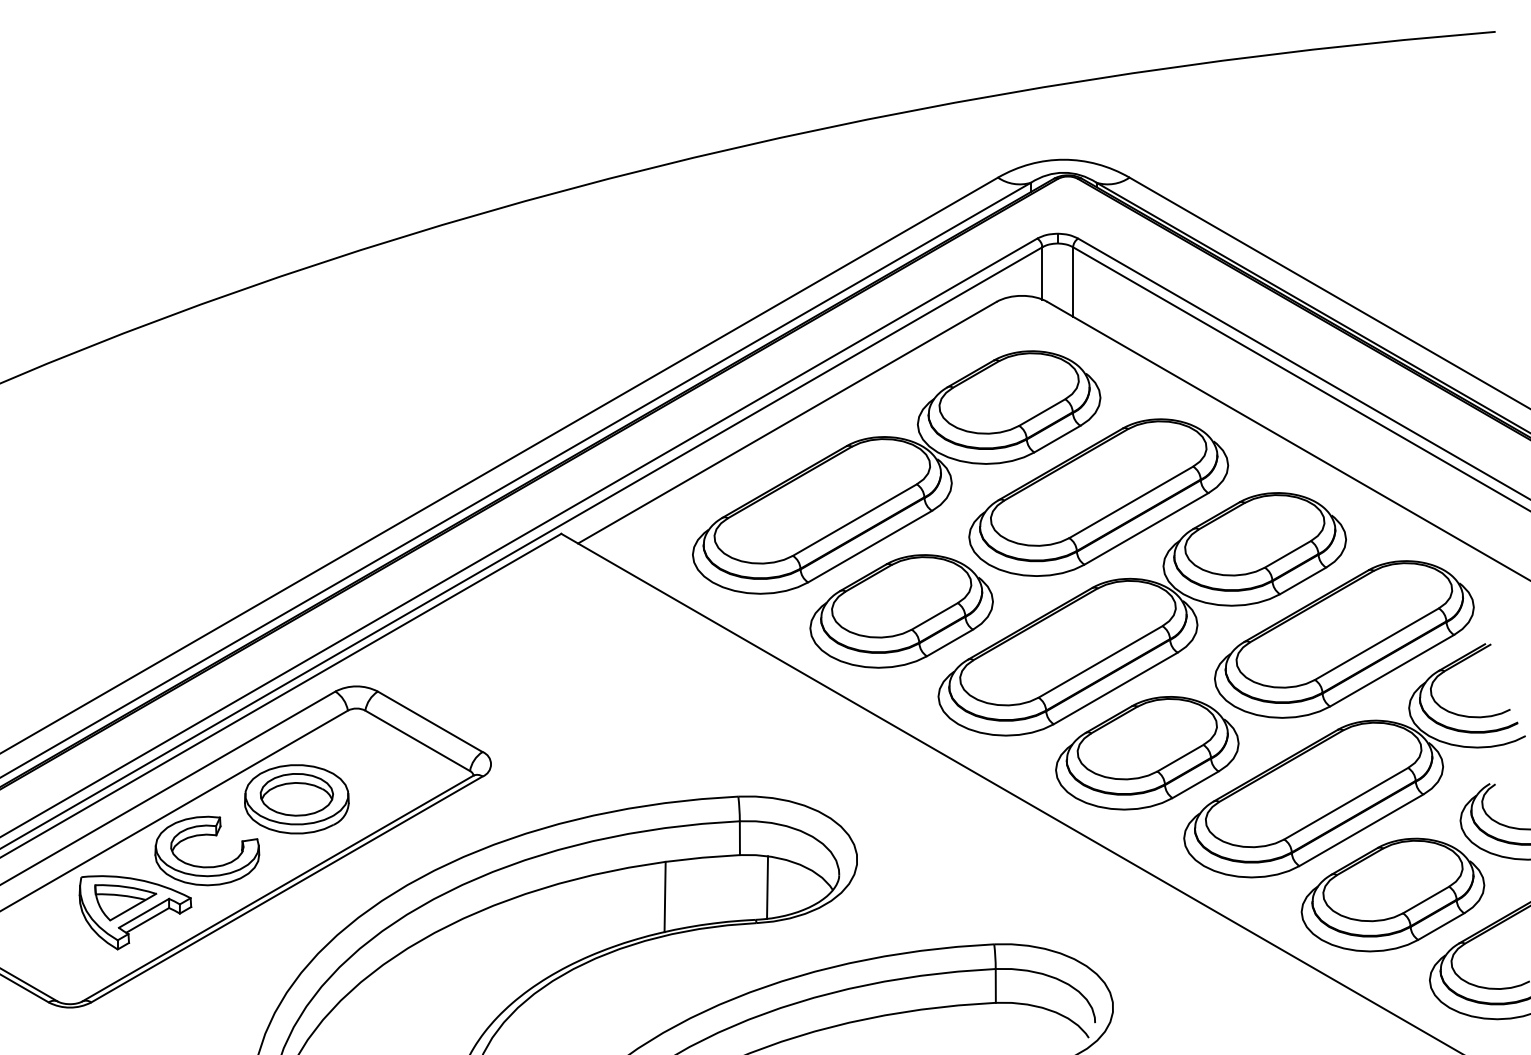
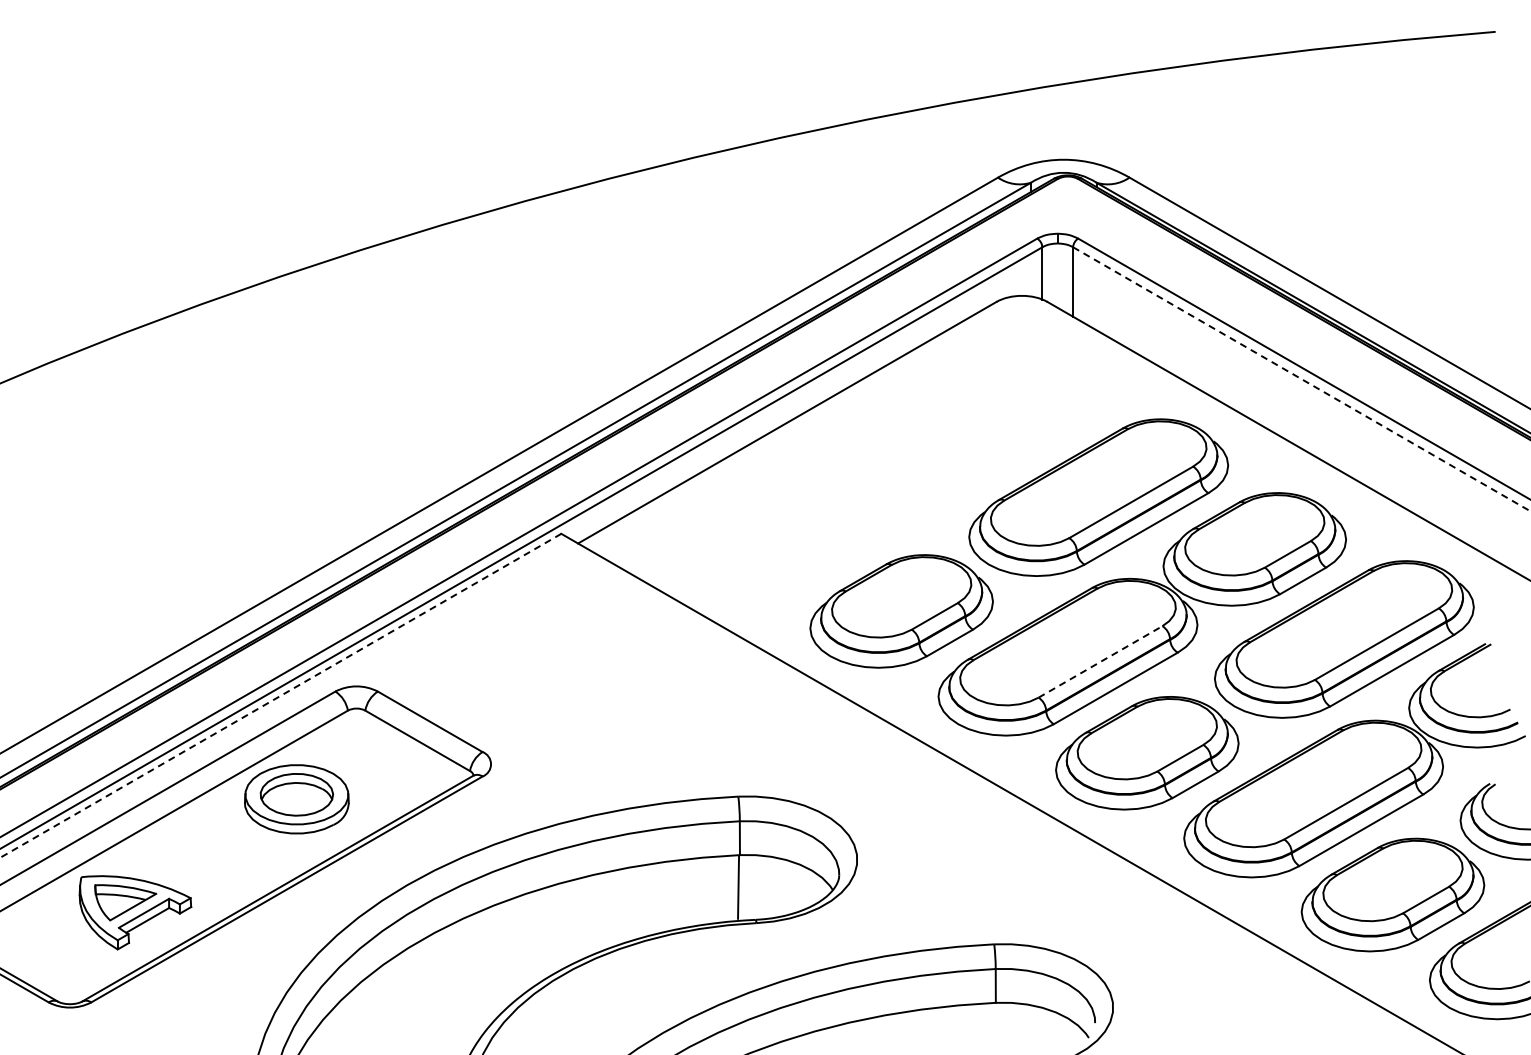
line at (1302, 379): solid -> dashed
part at (896, 472): present -> none
line at (1100, 661): solid -> dashed
line at (280, 695): solid -> dashed
part at (207, 835): present -> none
line at (767, 887) position: (767, 887) -> (738, 887)
line at (664, 896): present -> none
